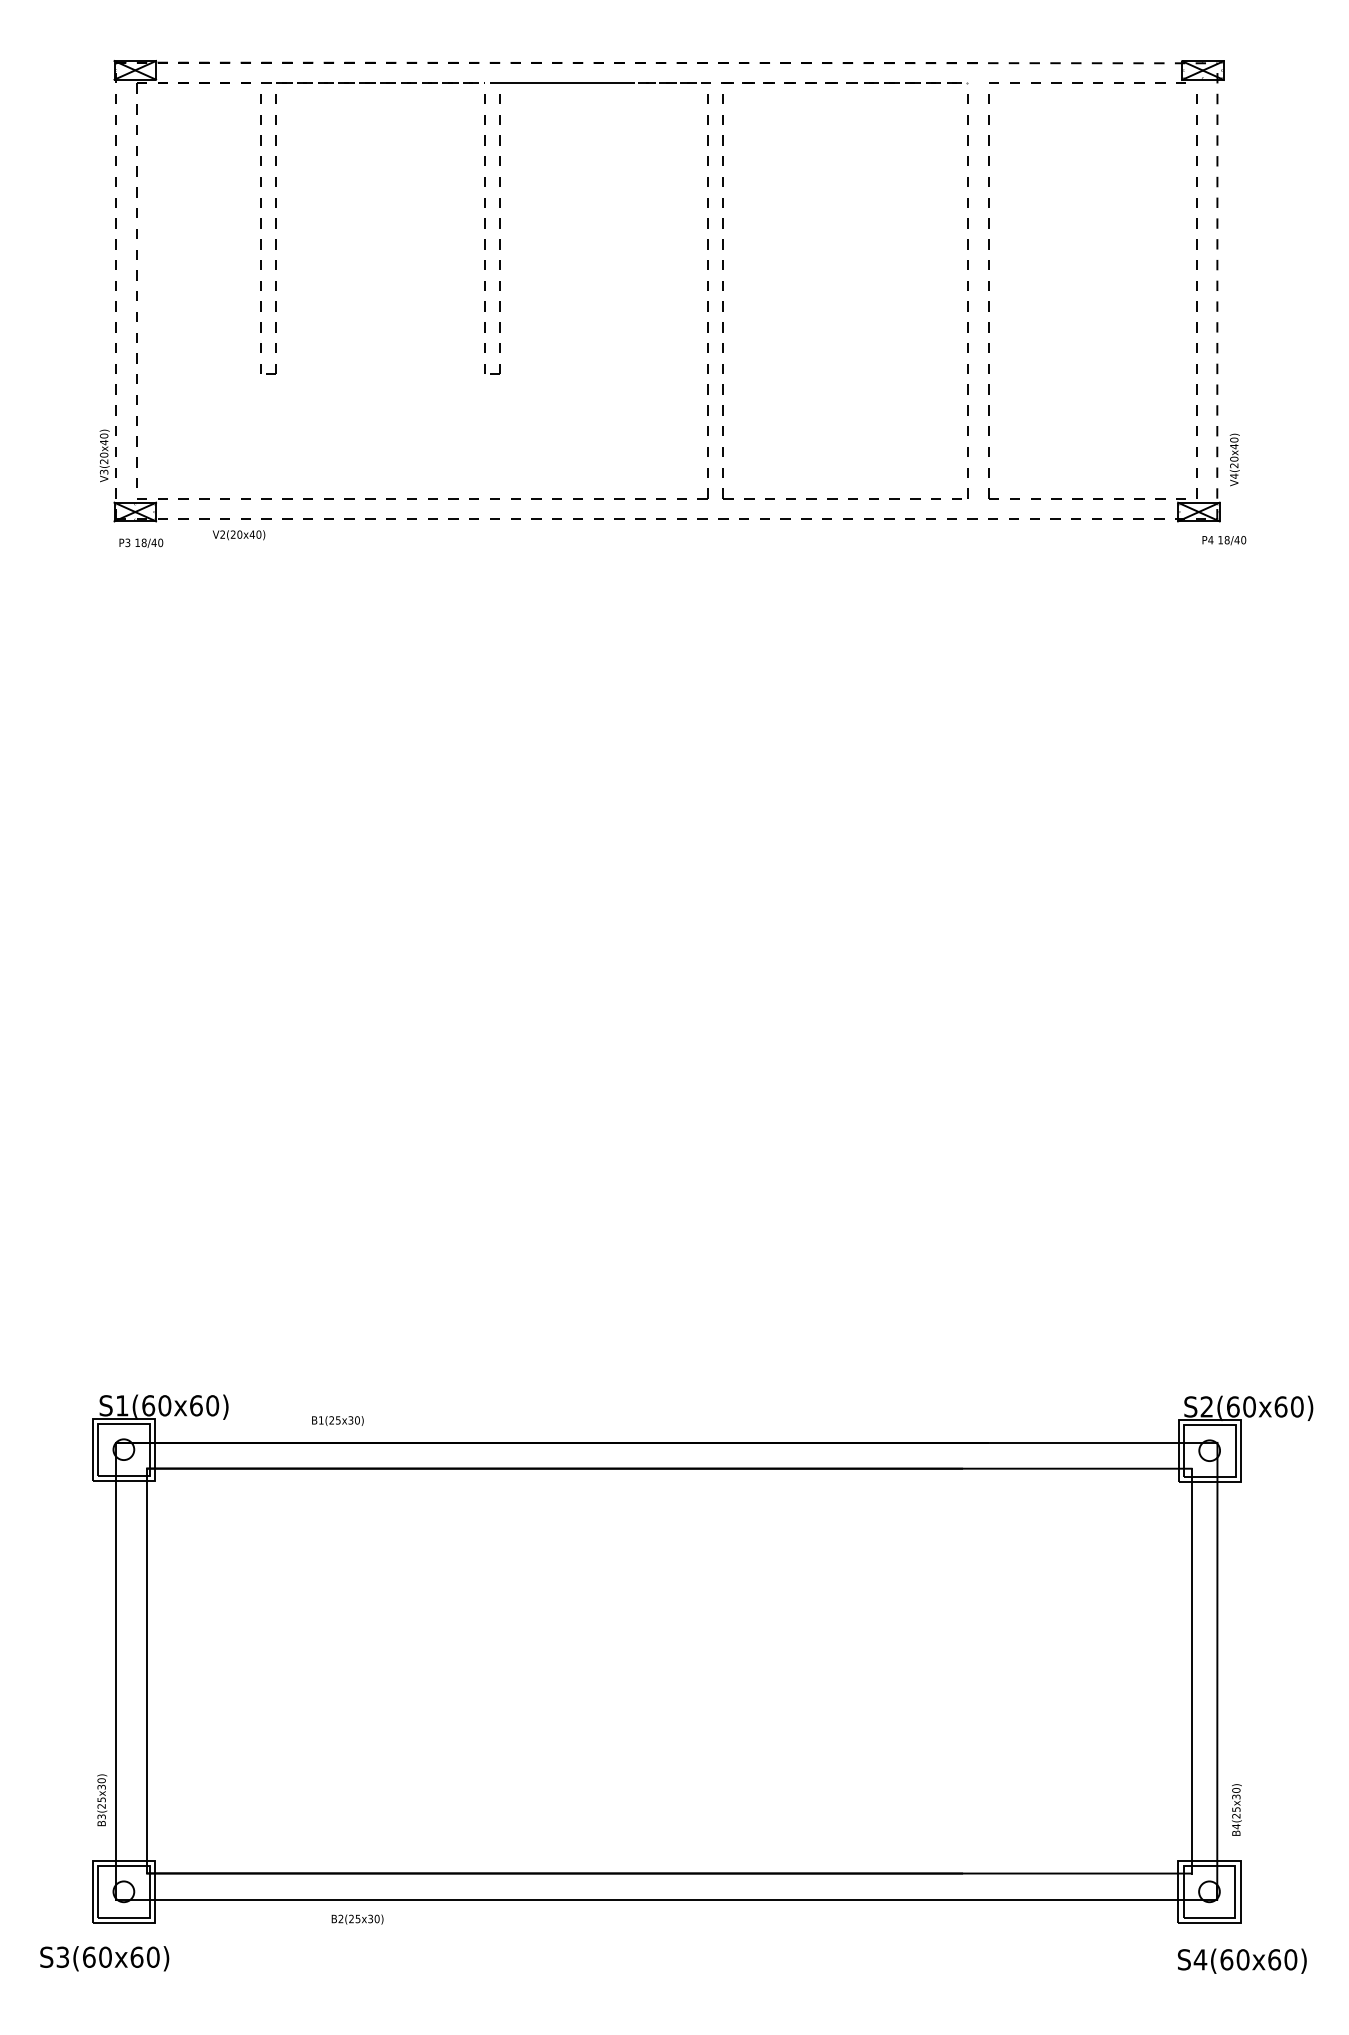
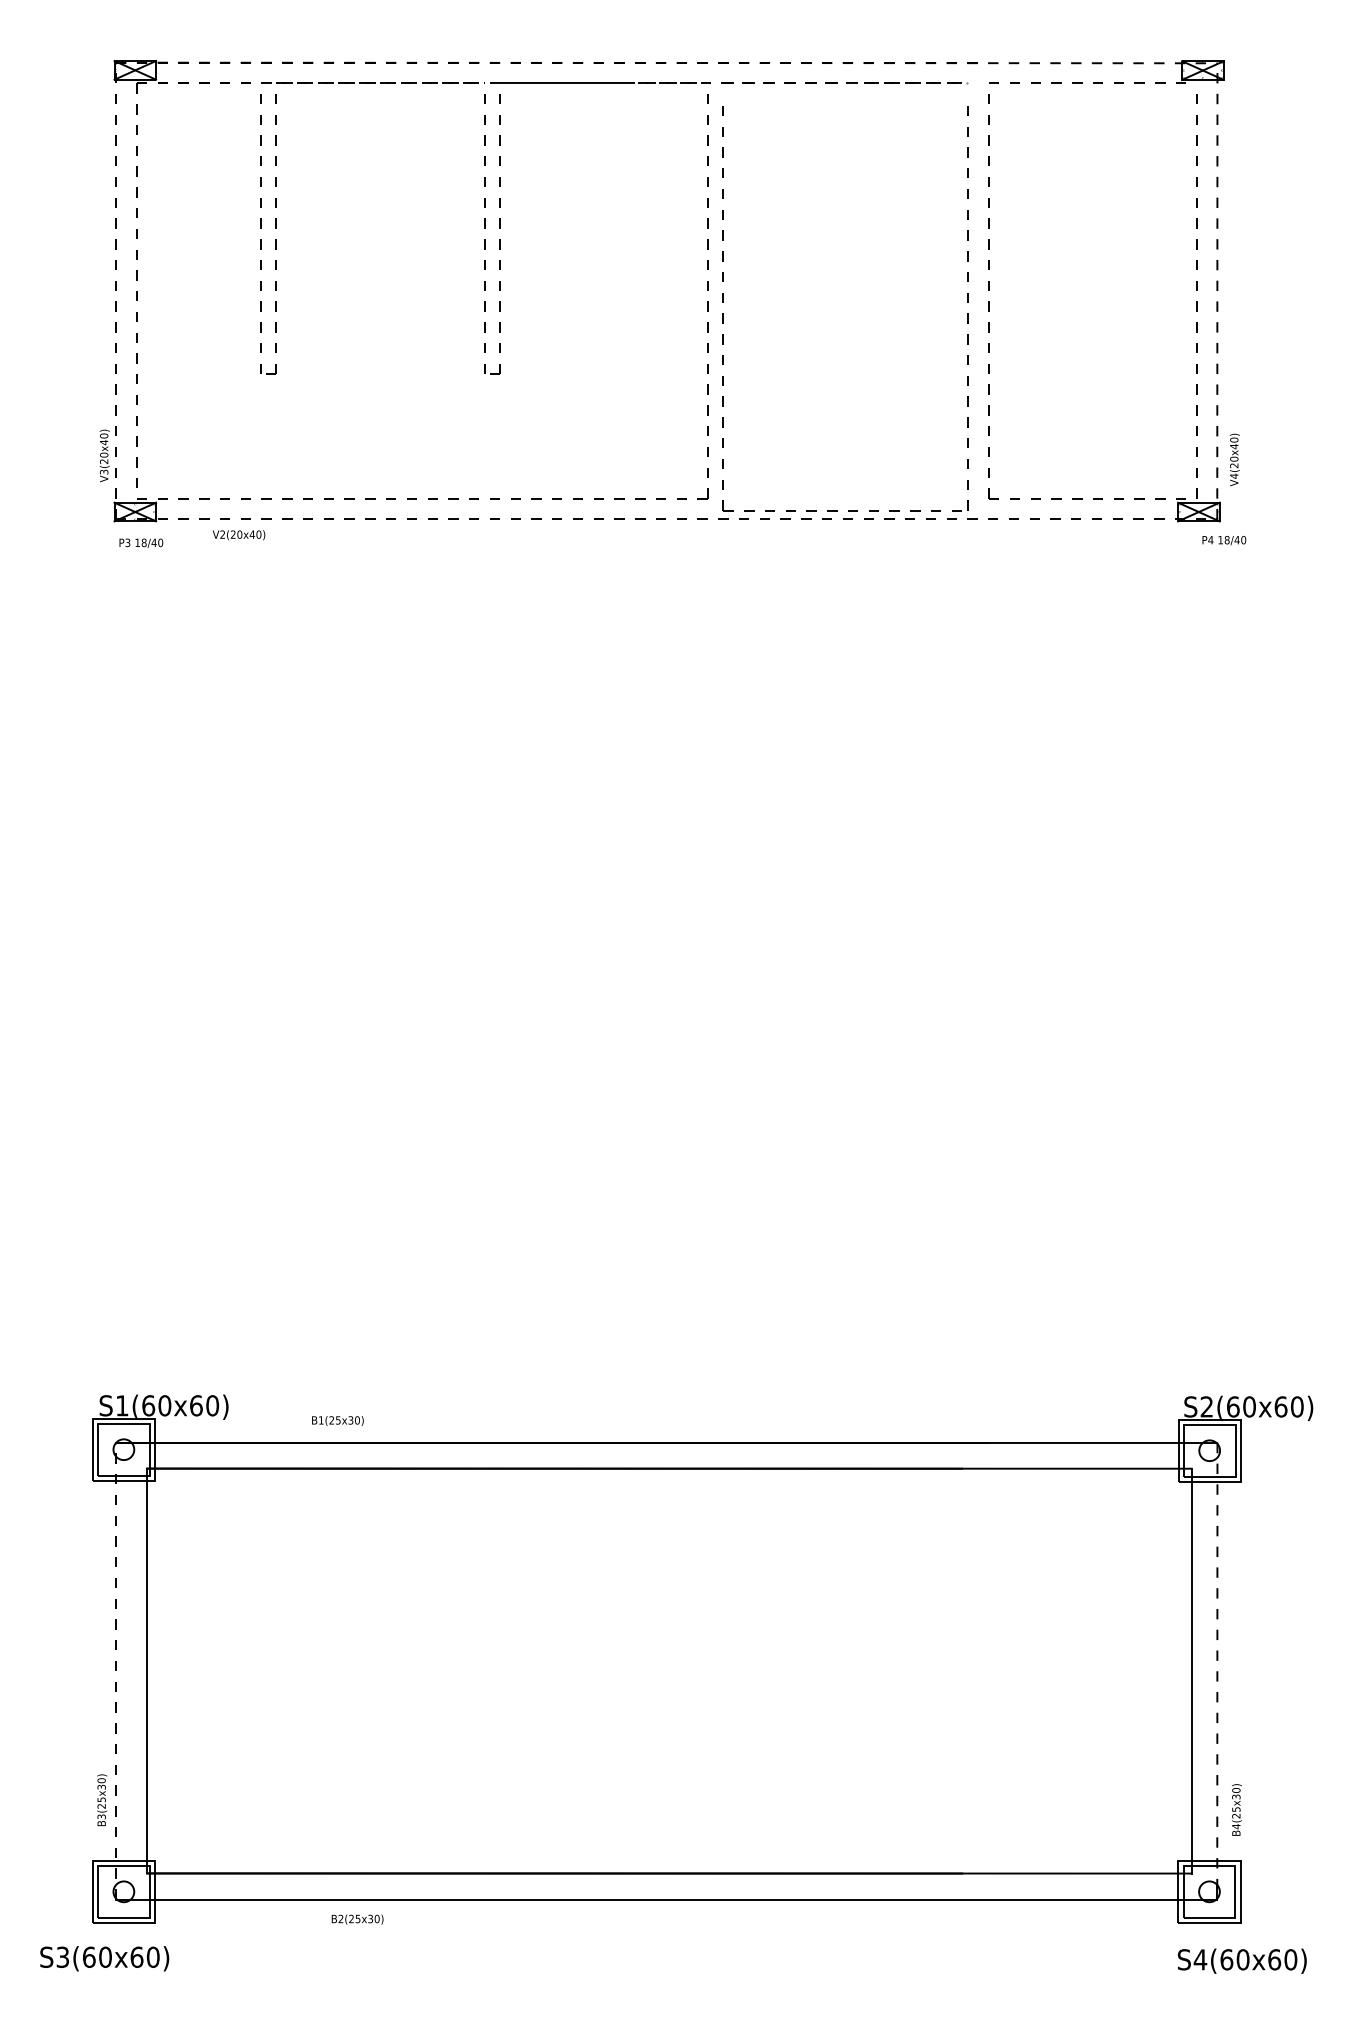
part at (723, 301) position: (723, 301) -> (723, 313)
line at (116, 1670): solid -> dashed
line at (1217, 1671): solid -> dashed
